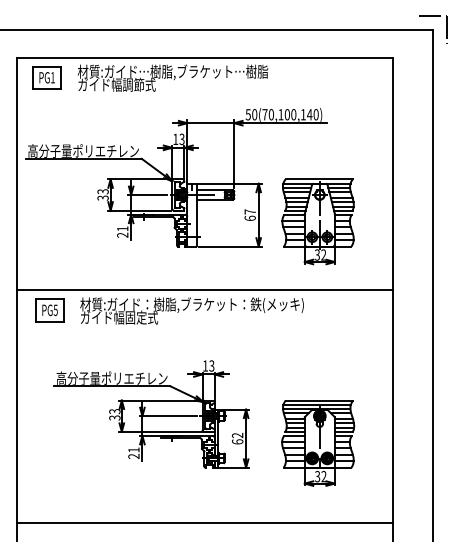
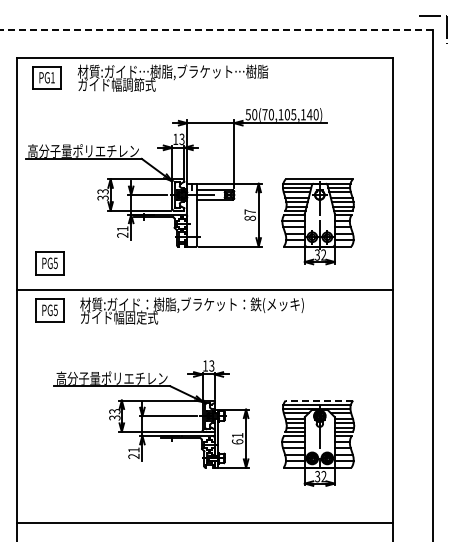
line at (216, 30): solid -> dashed
text at (293, 114): 50(70,100,140) -> 50(70,105,140)
text at (249, 217): 67 -> 87
part at (49, 263): none -> present
line at (319, 400): solid -> dashed
text at (237, 435): 62 -> 61
